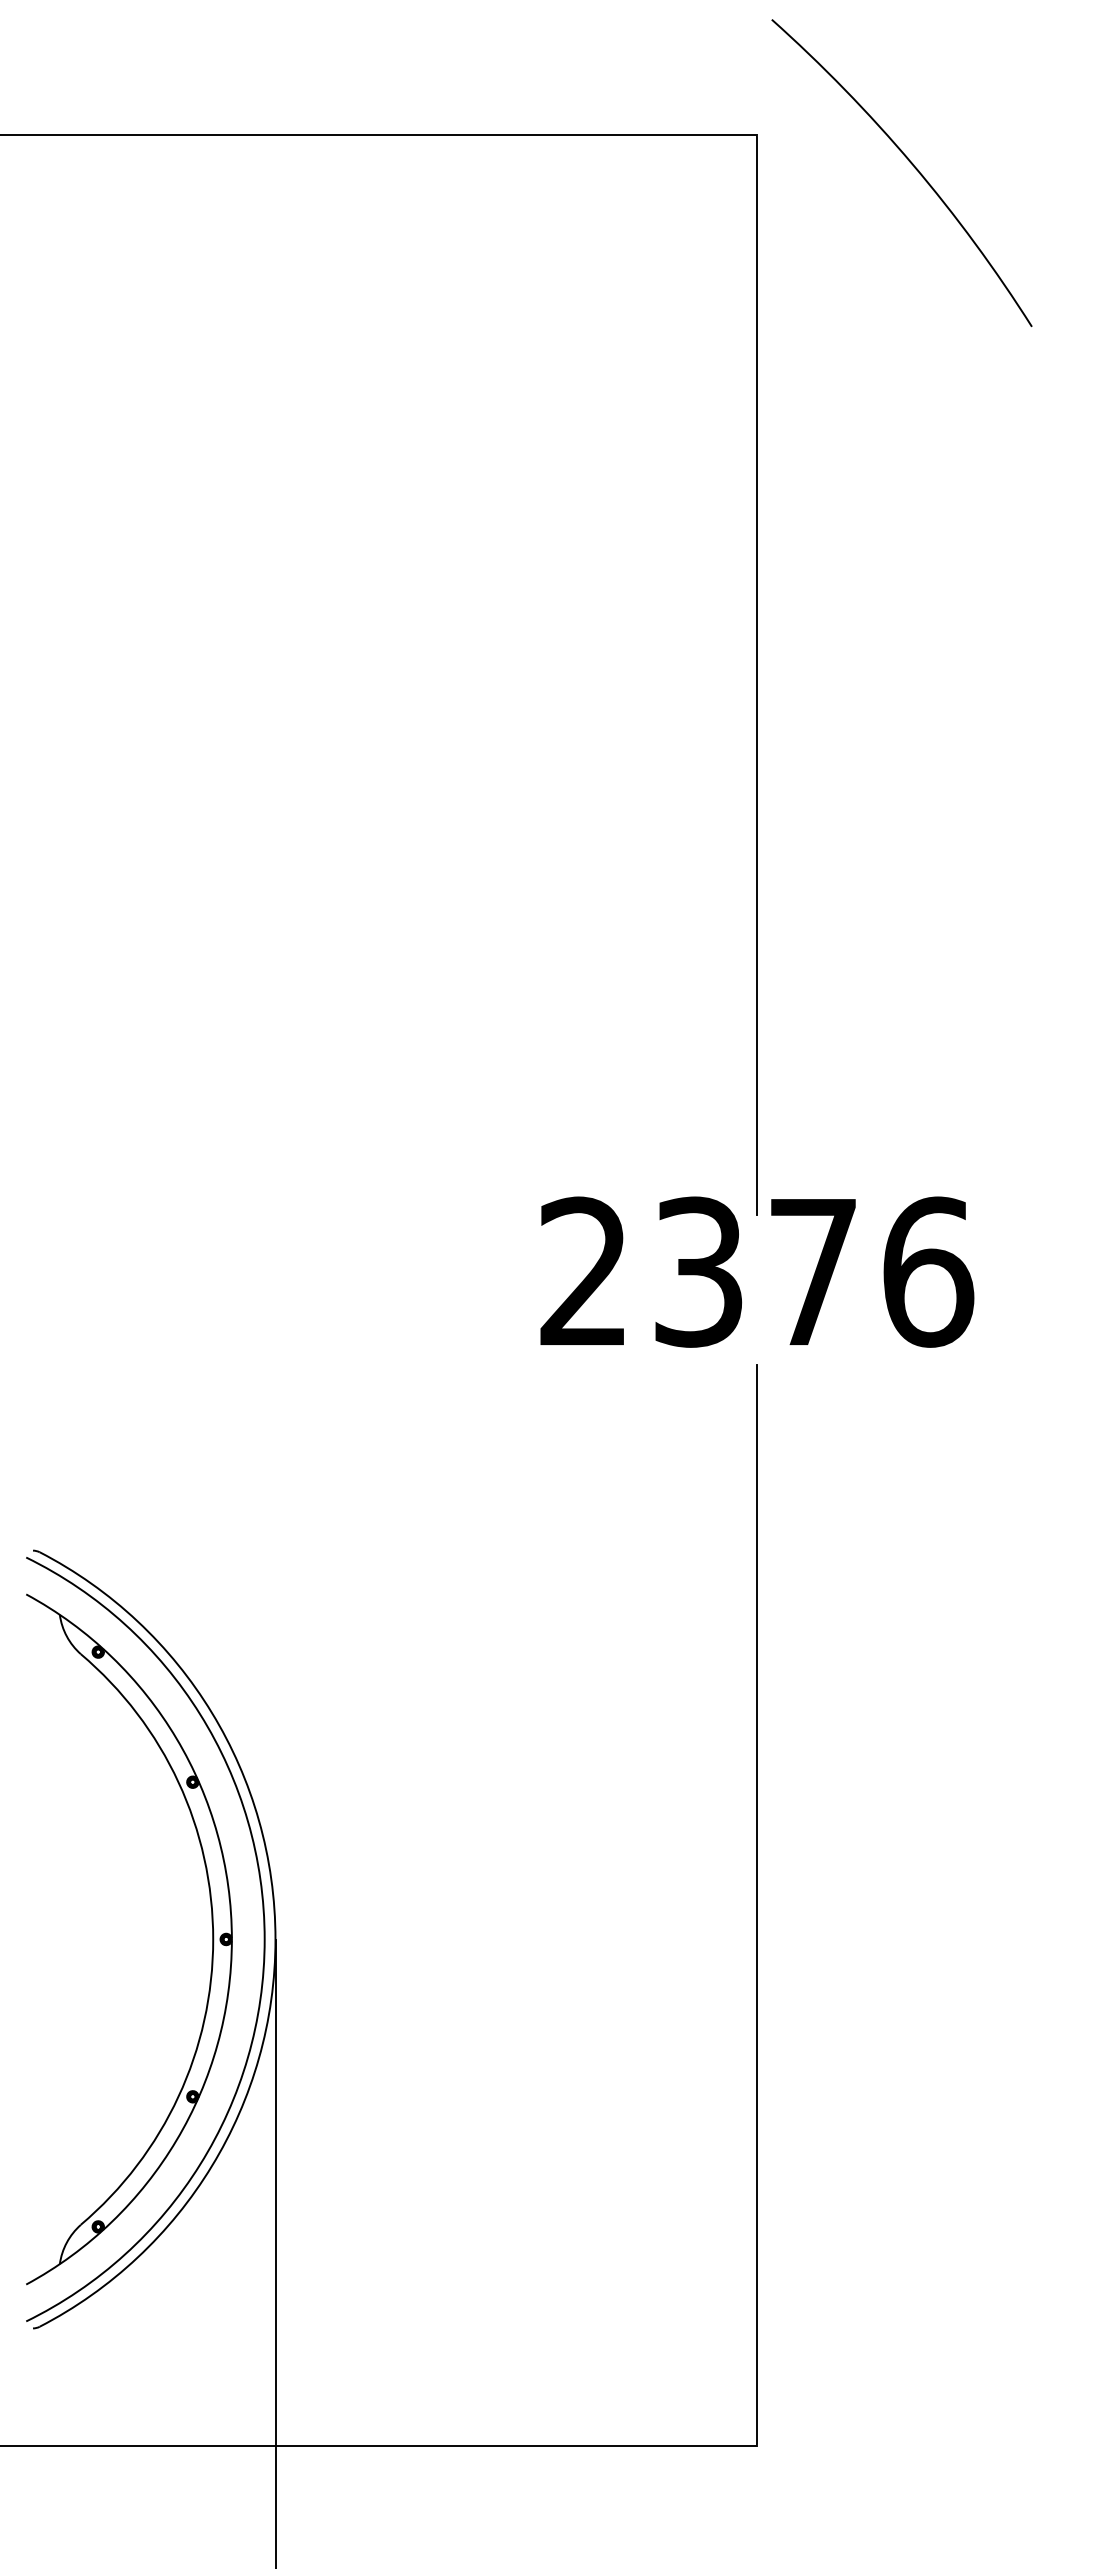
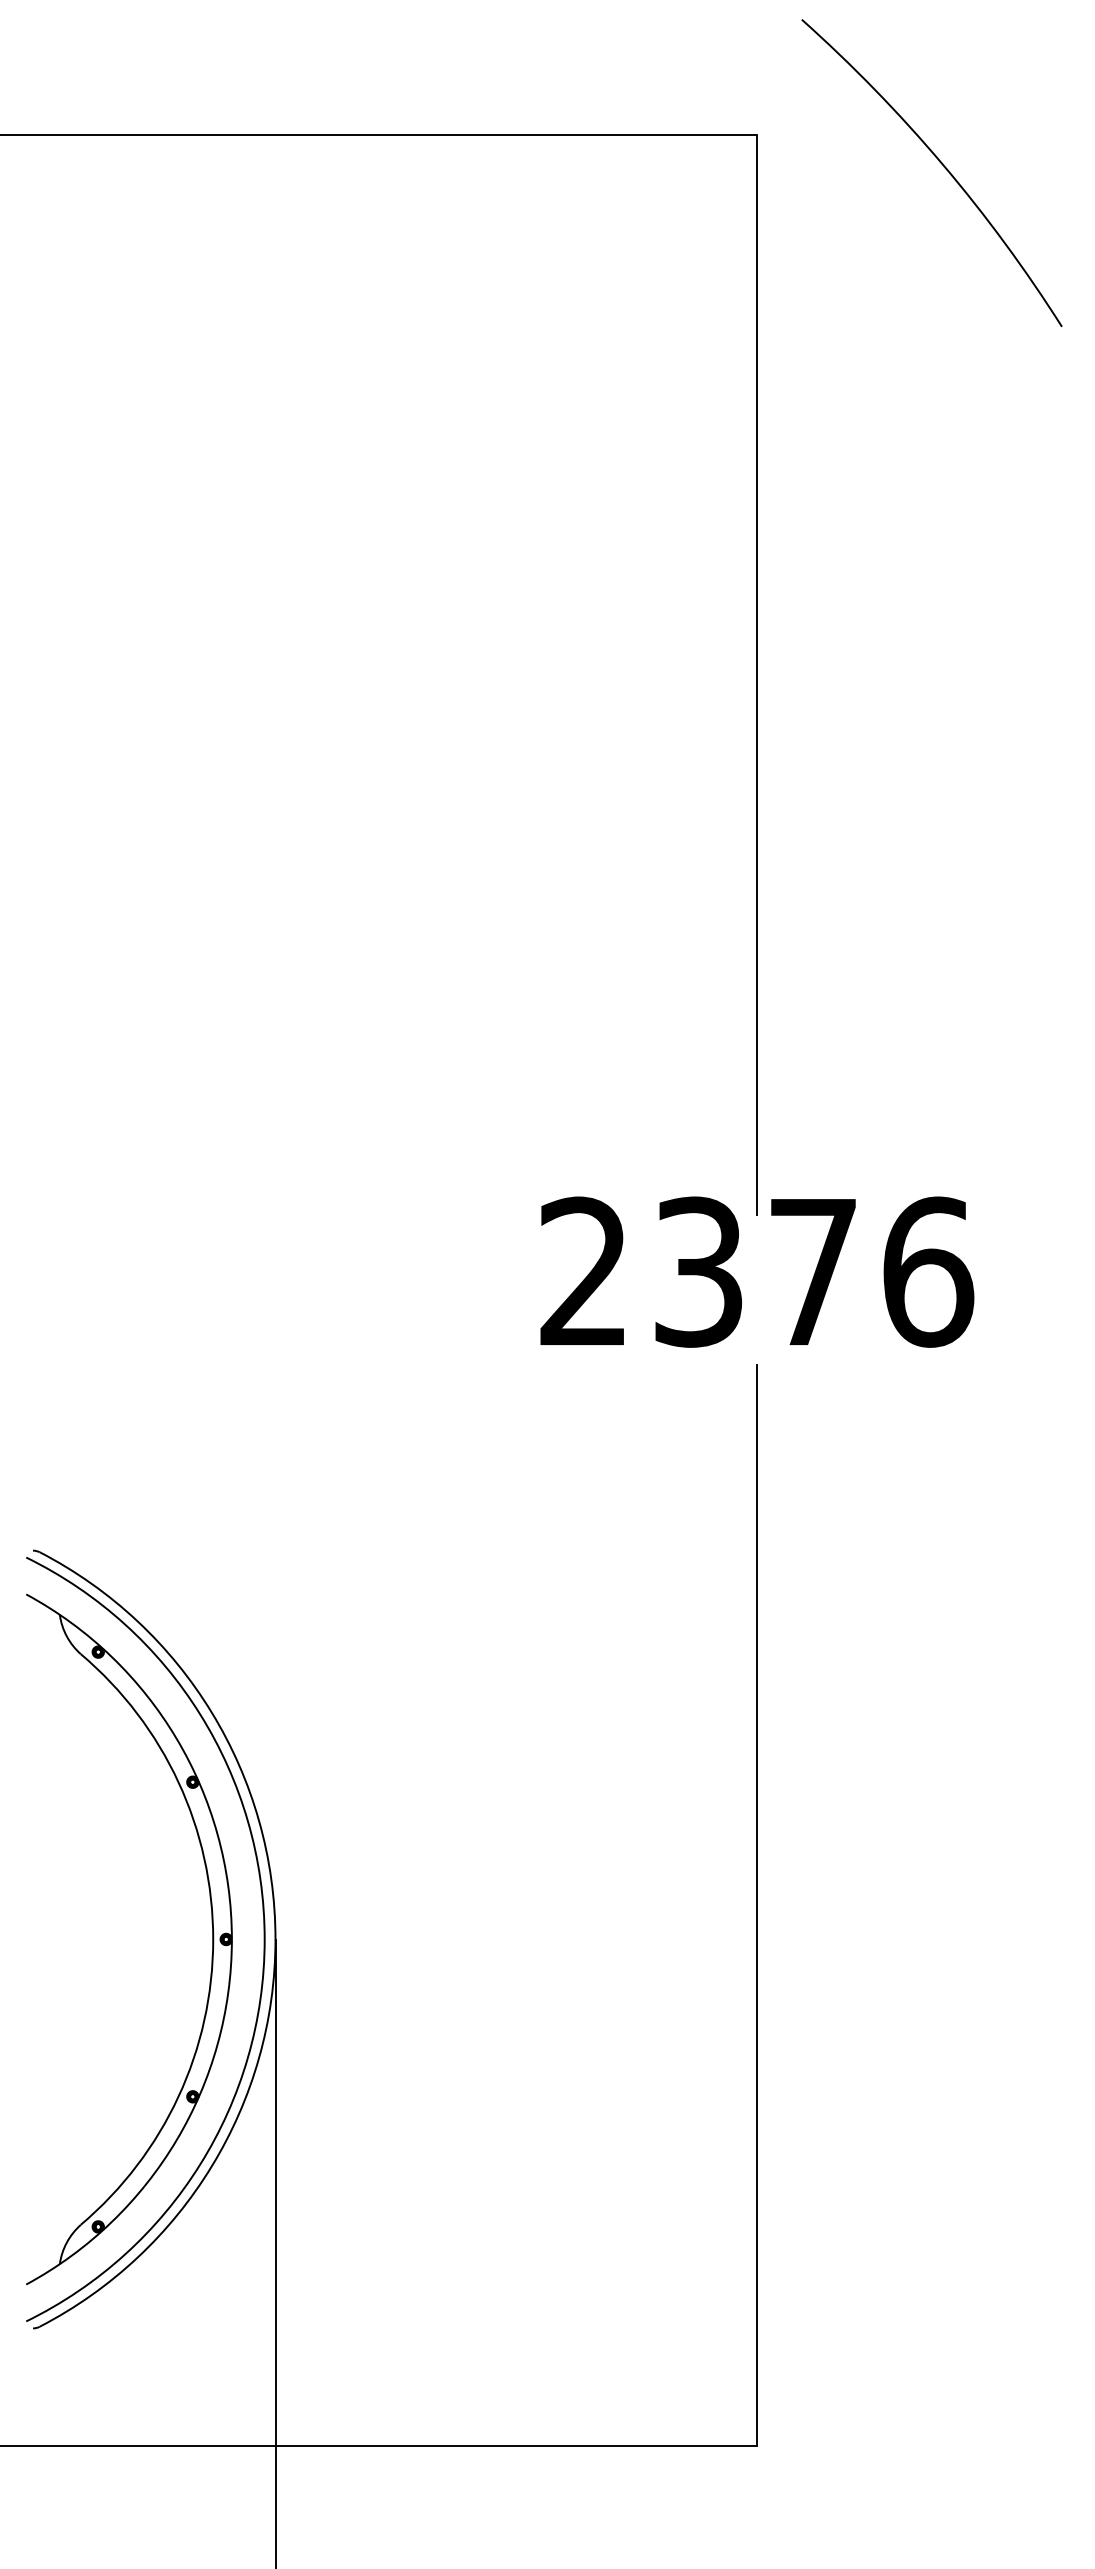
arc at (910, 163) position: (910, 163) -> (940, 163)
